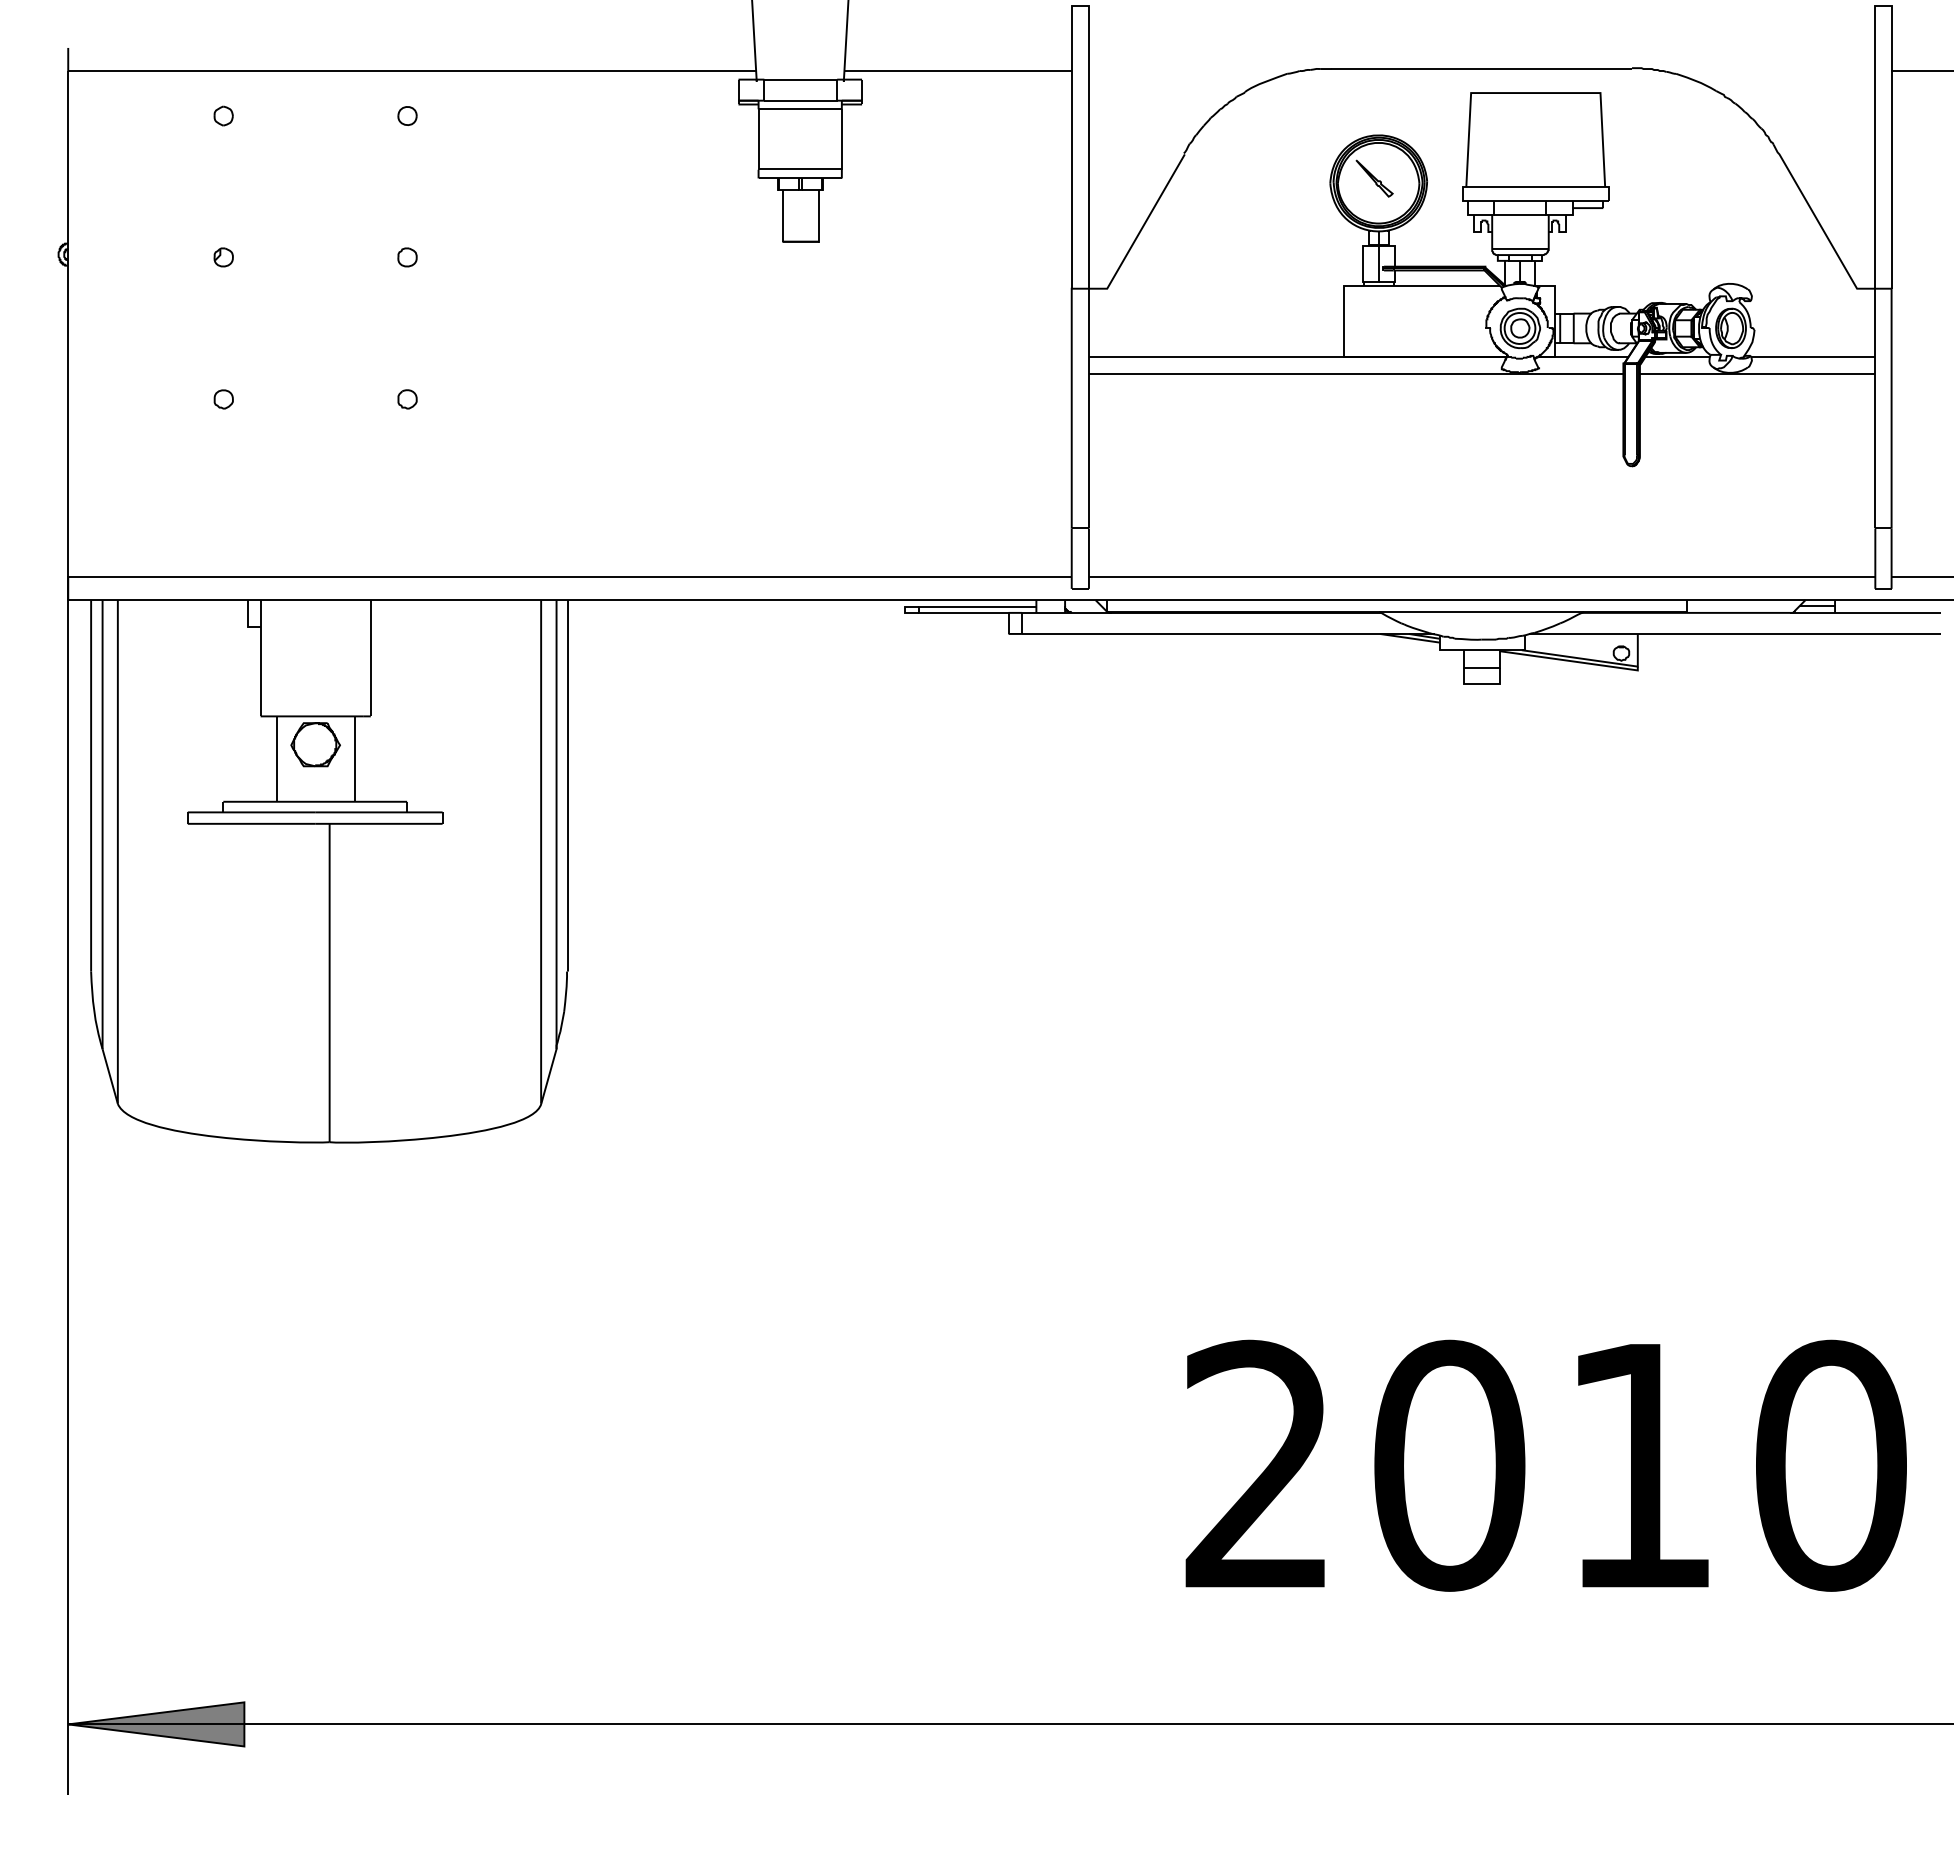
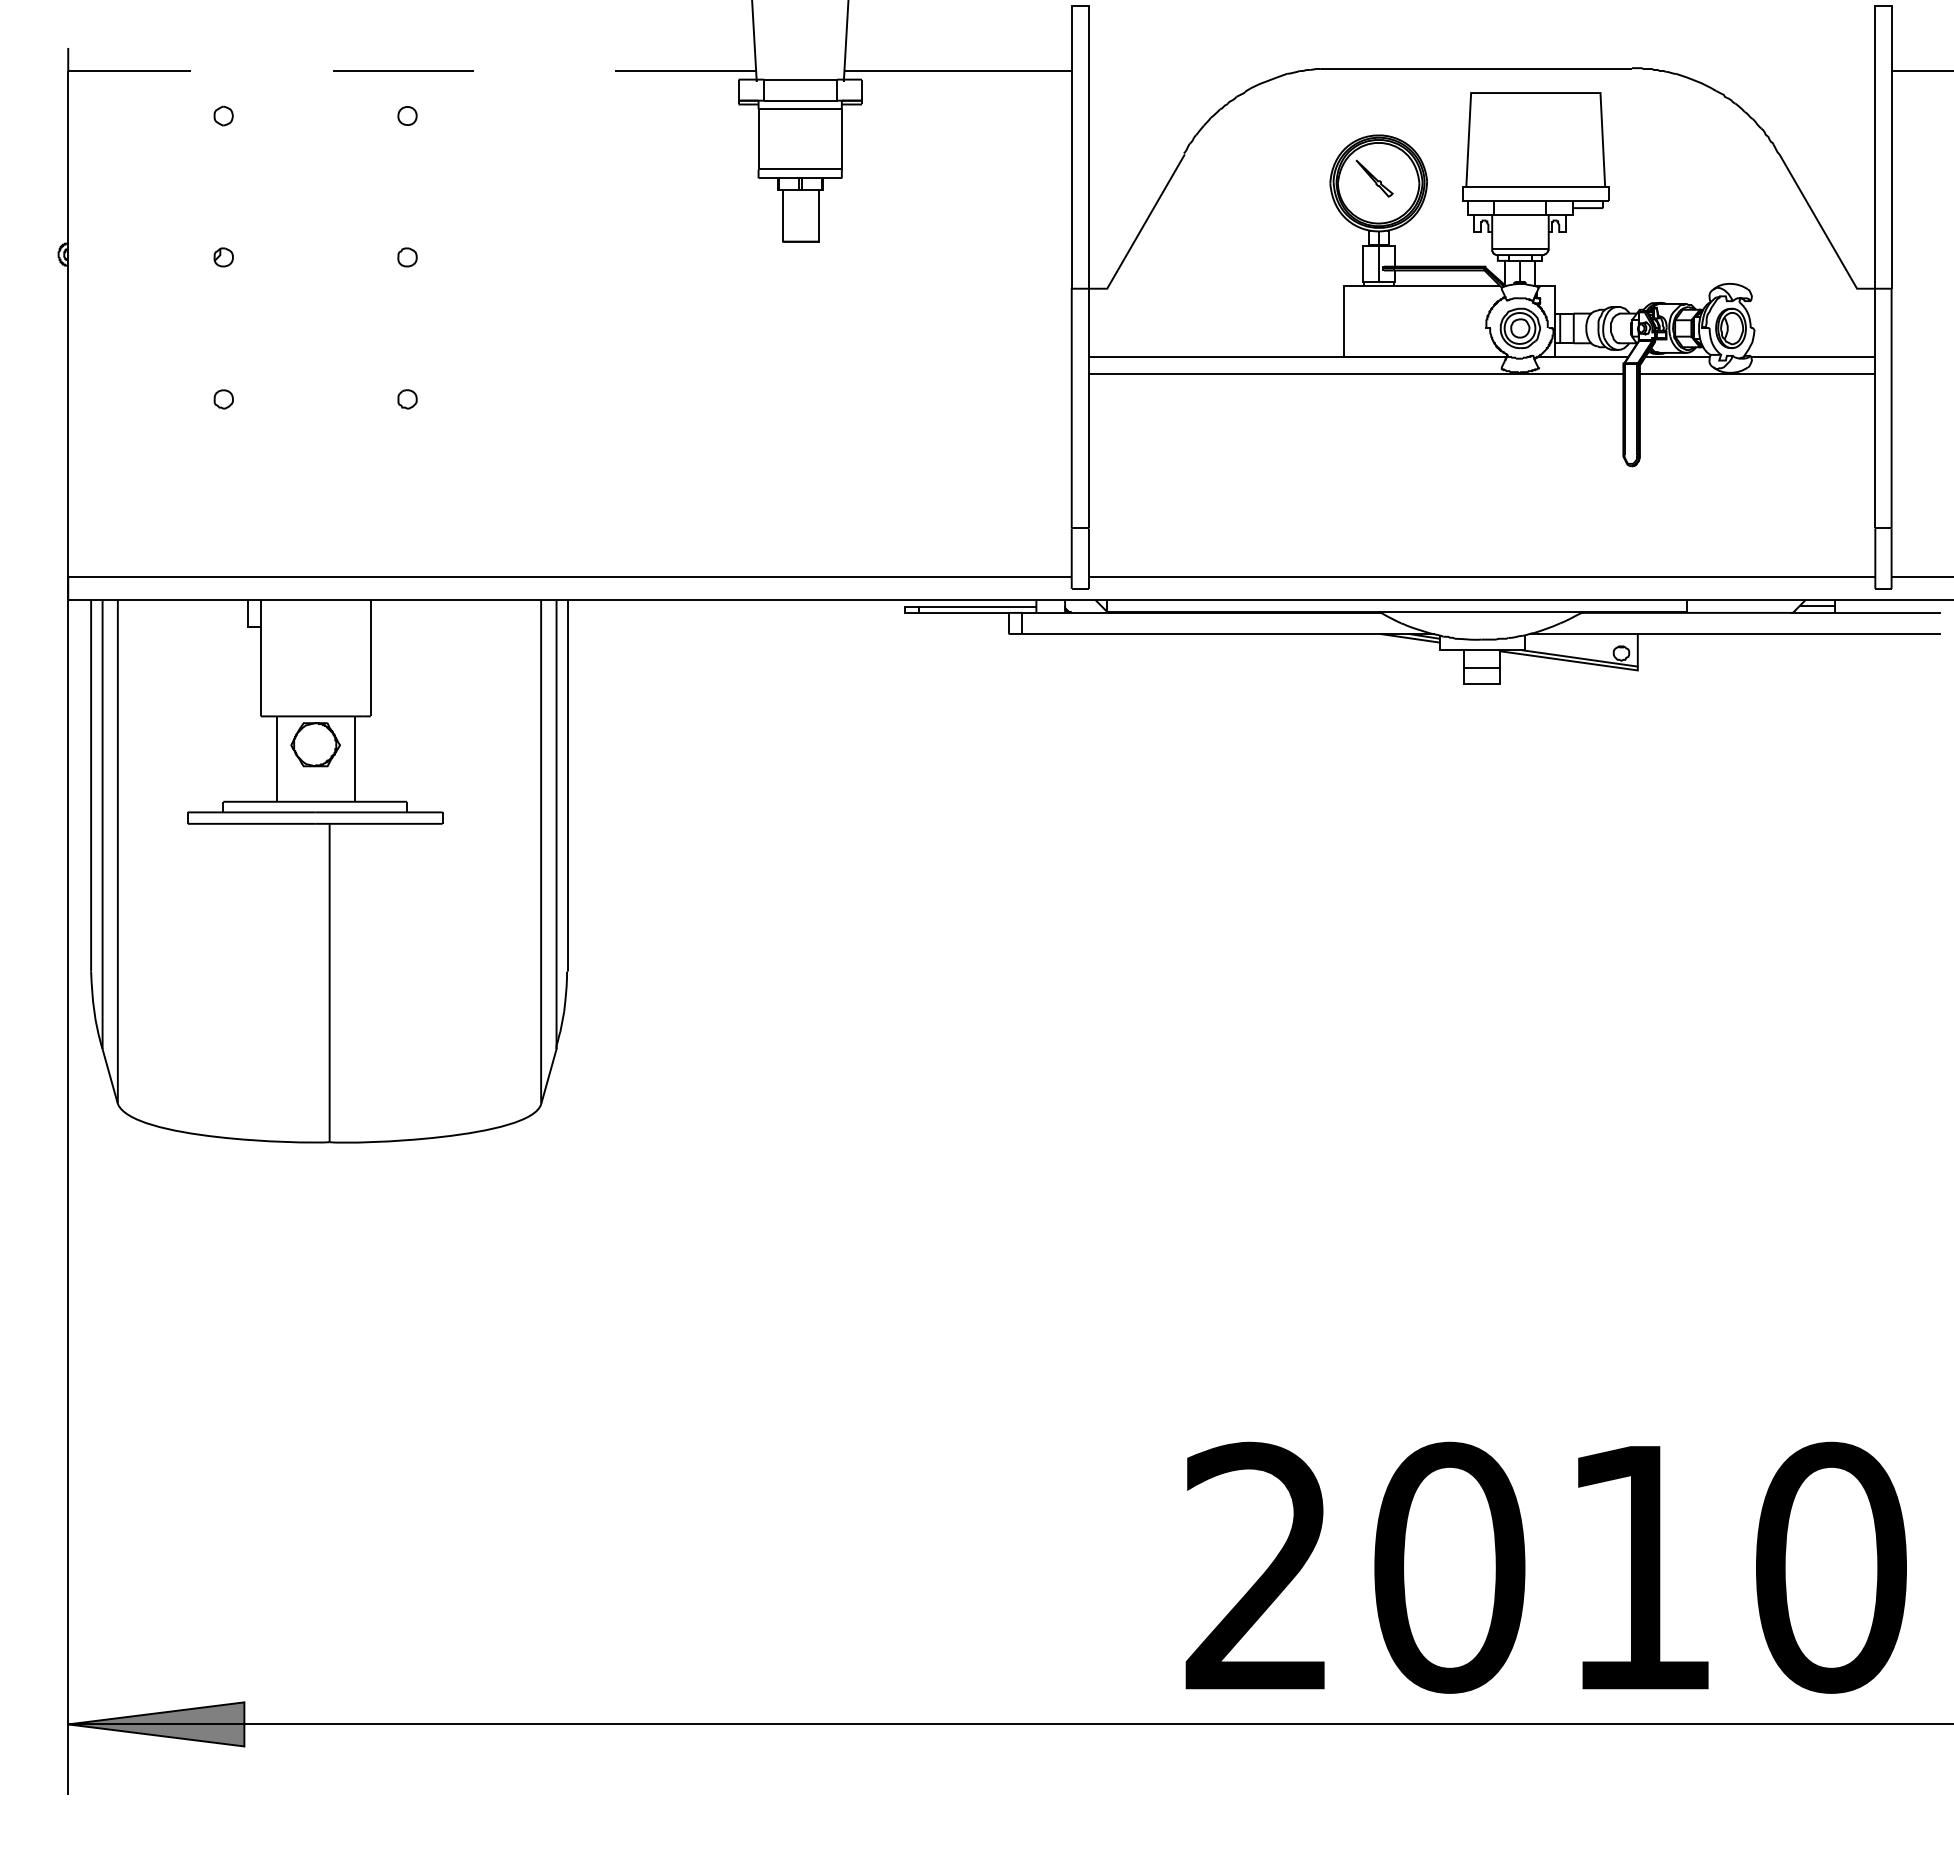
line at (411, 71): solid -> dashed
text at (1545, 1465) position: (1545, 1465) -> (1545, 1567)
